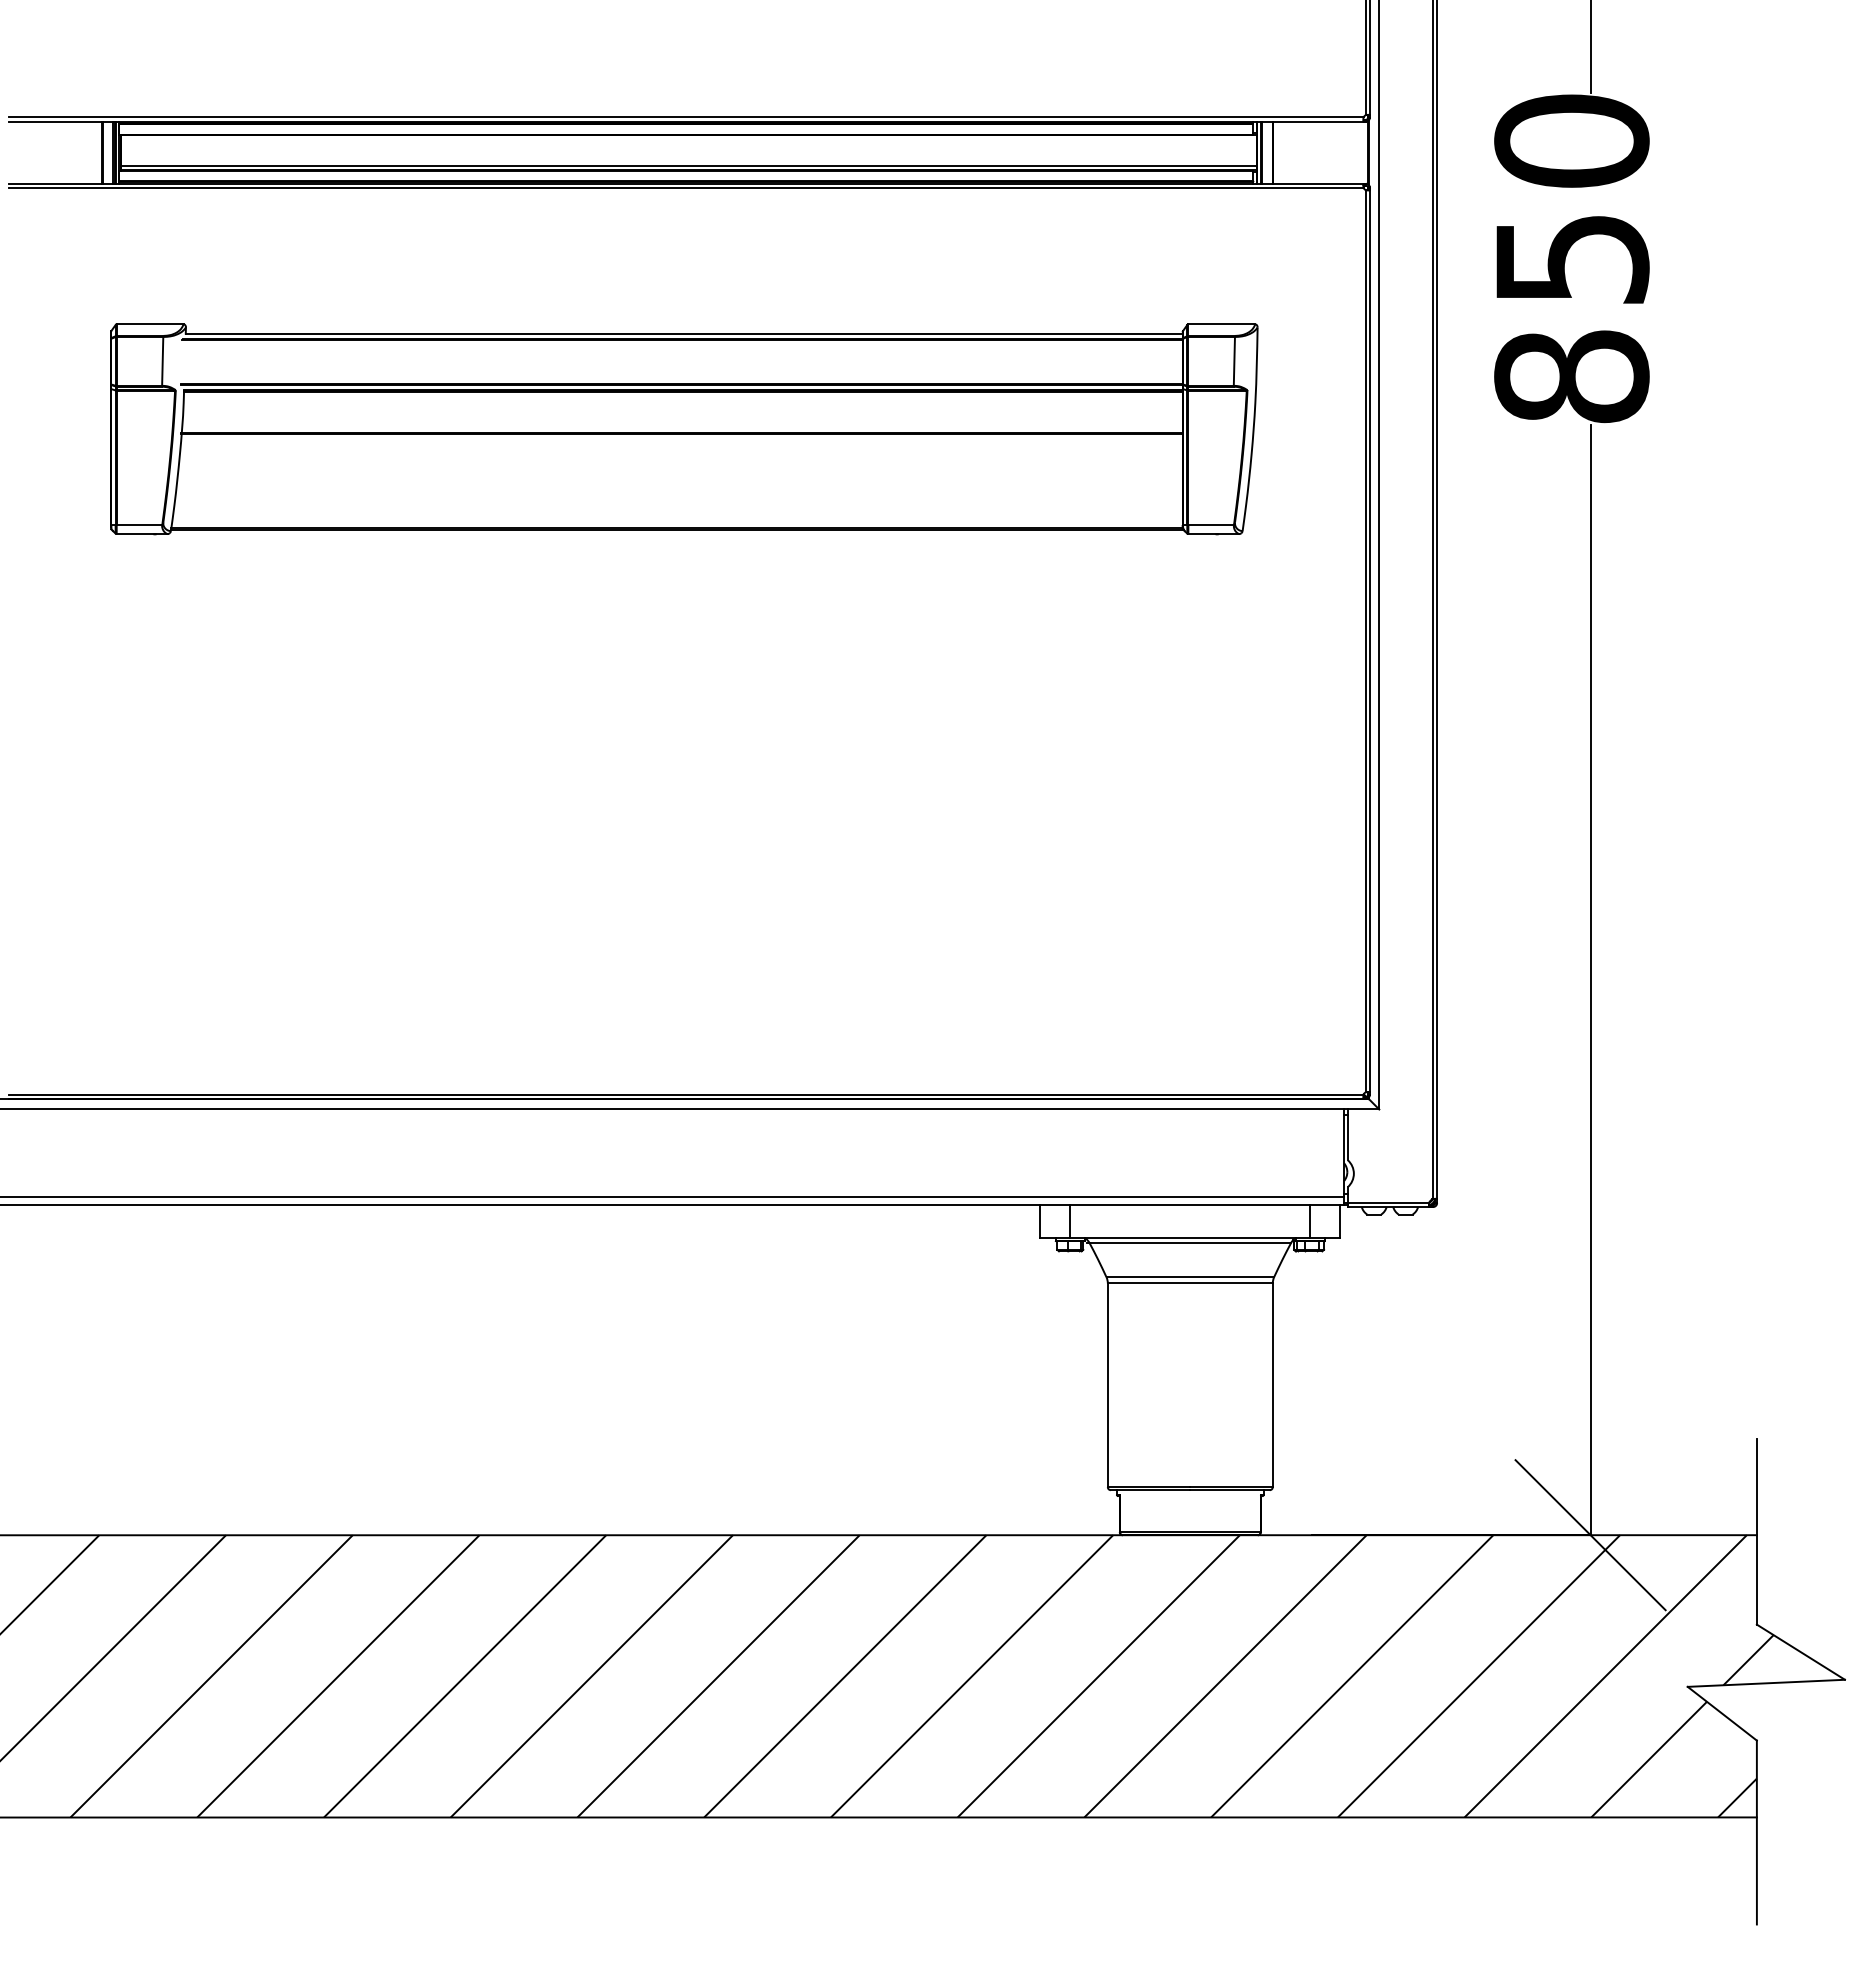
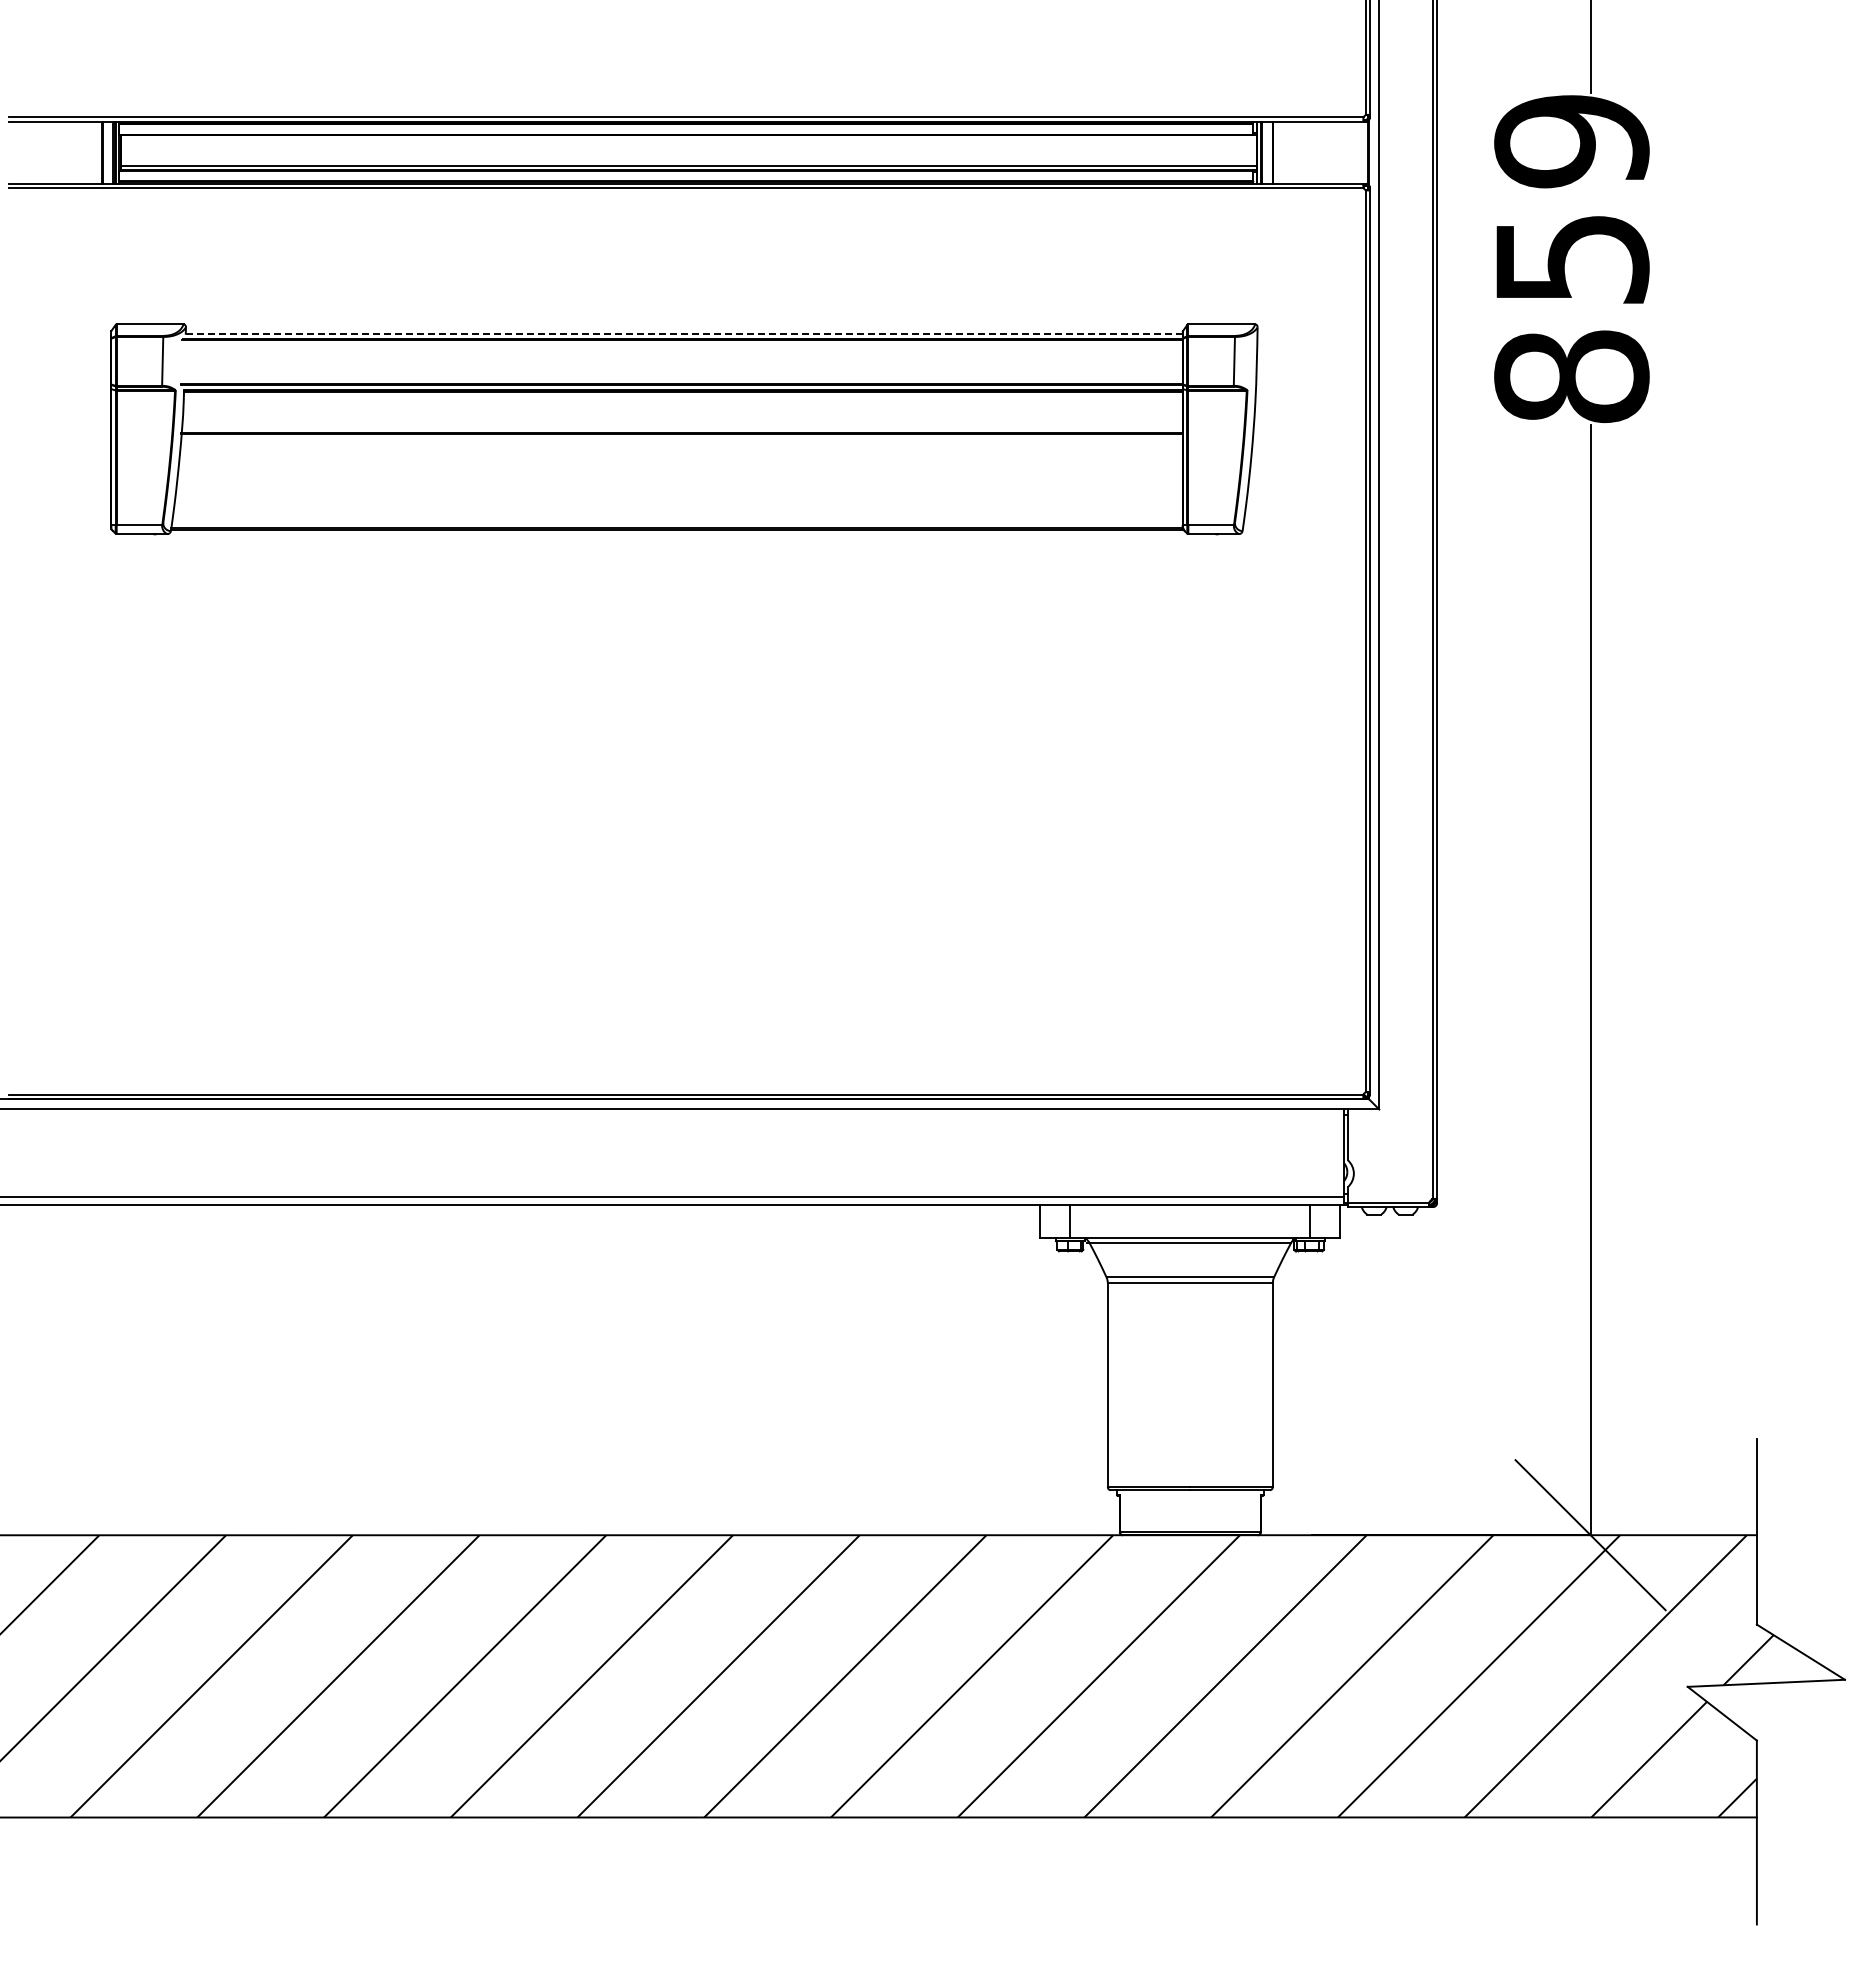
text at (1571, 141): 850 -> 859
line at (684, 333): solid -> dashed
